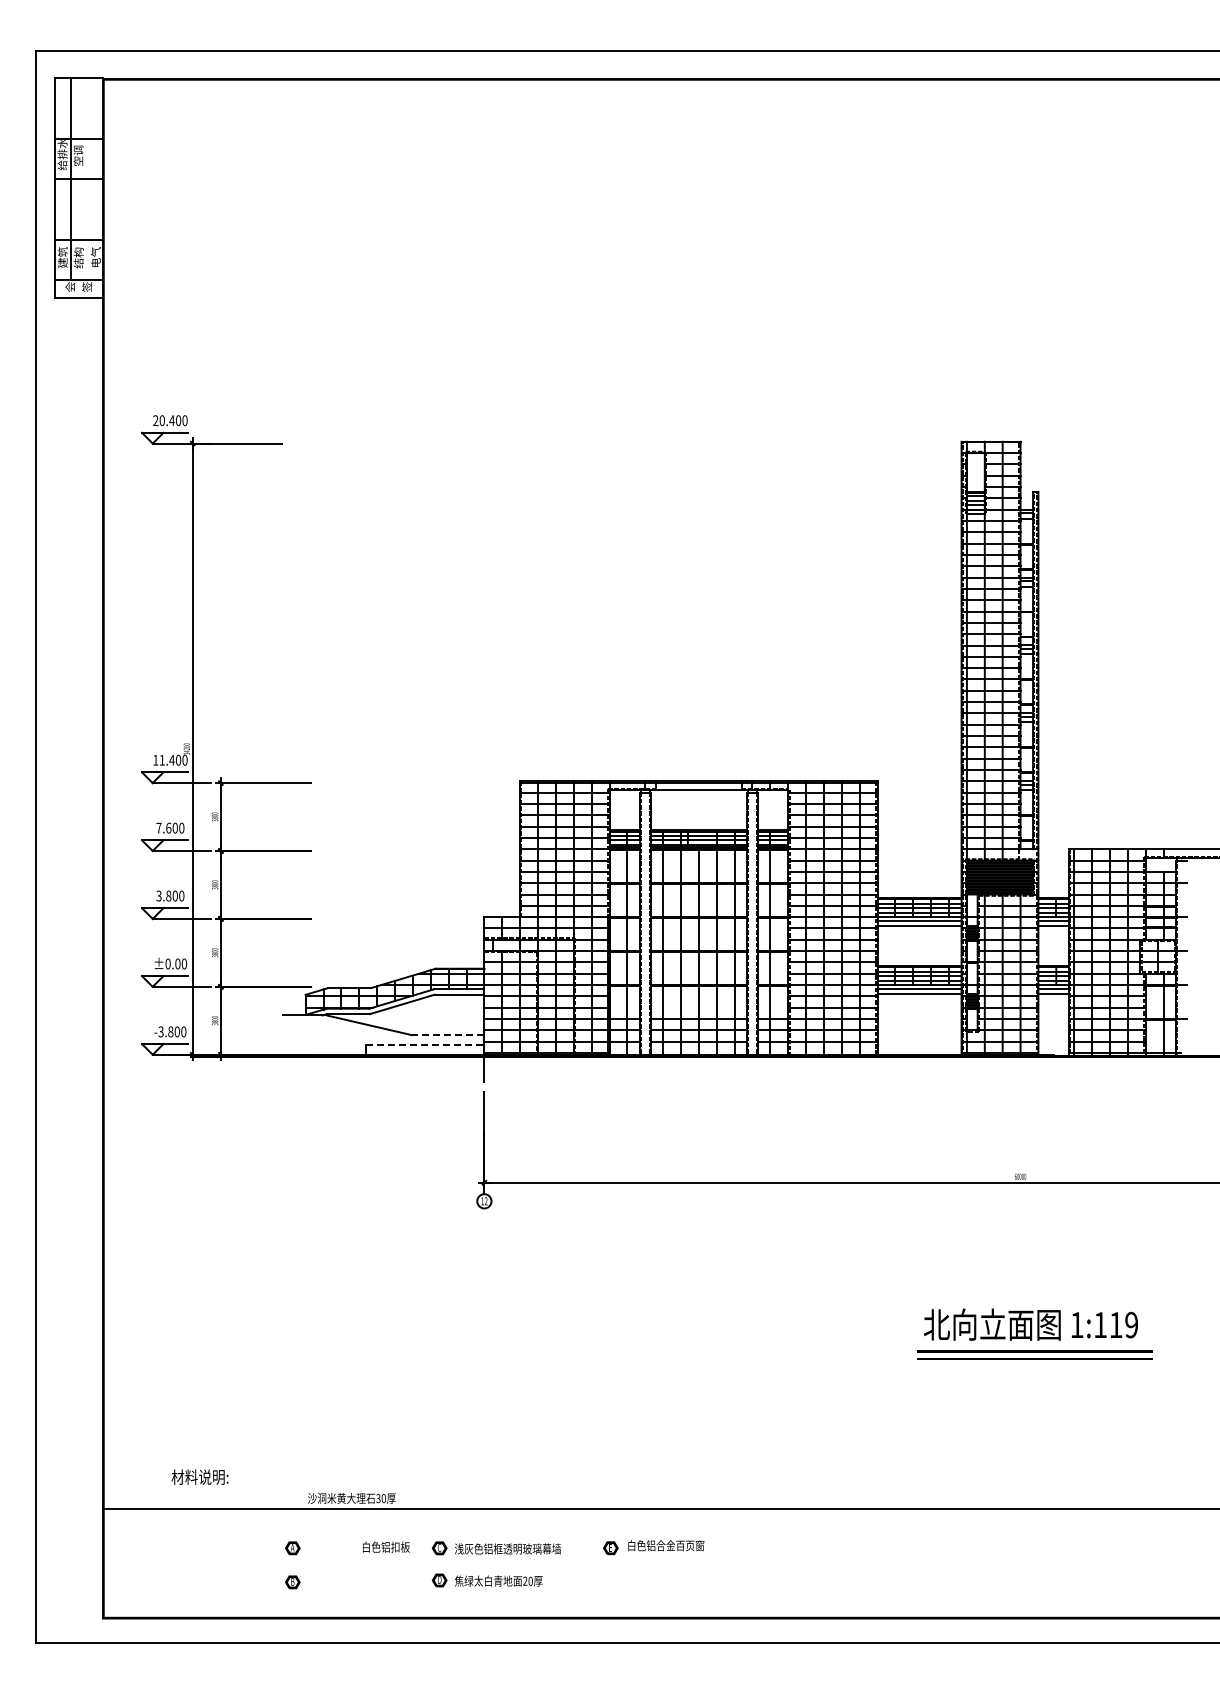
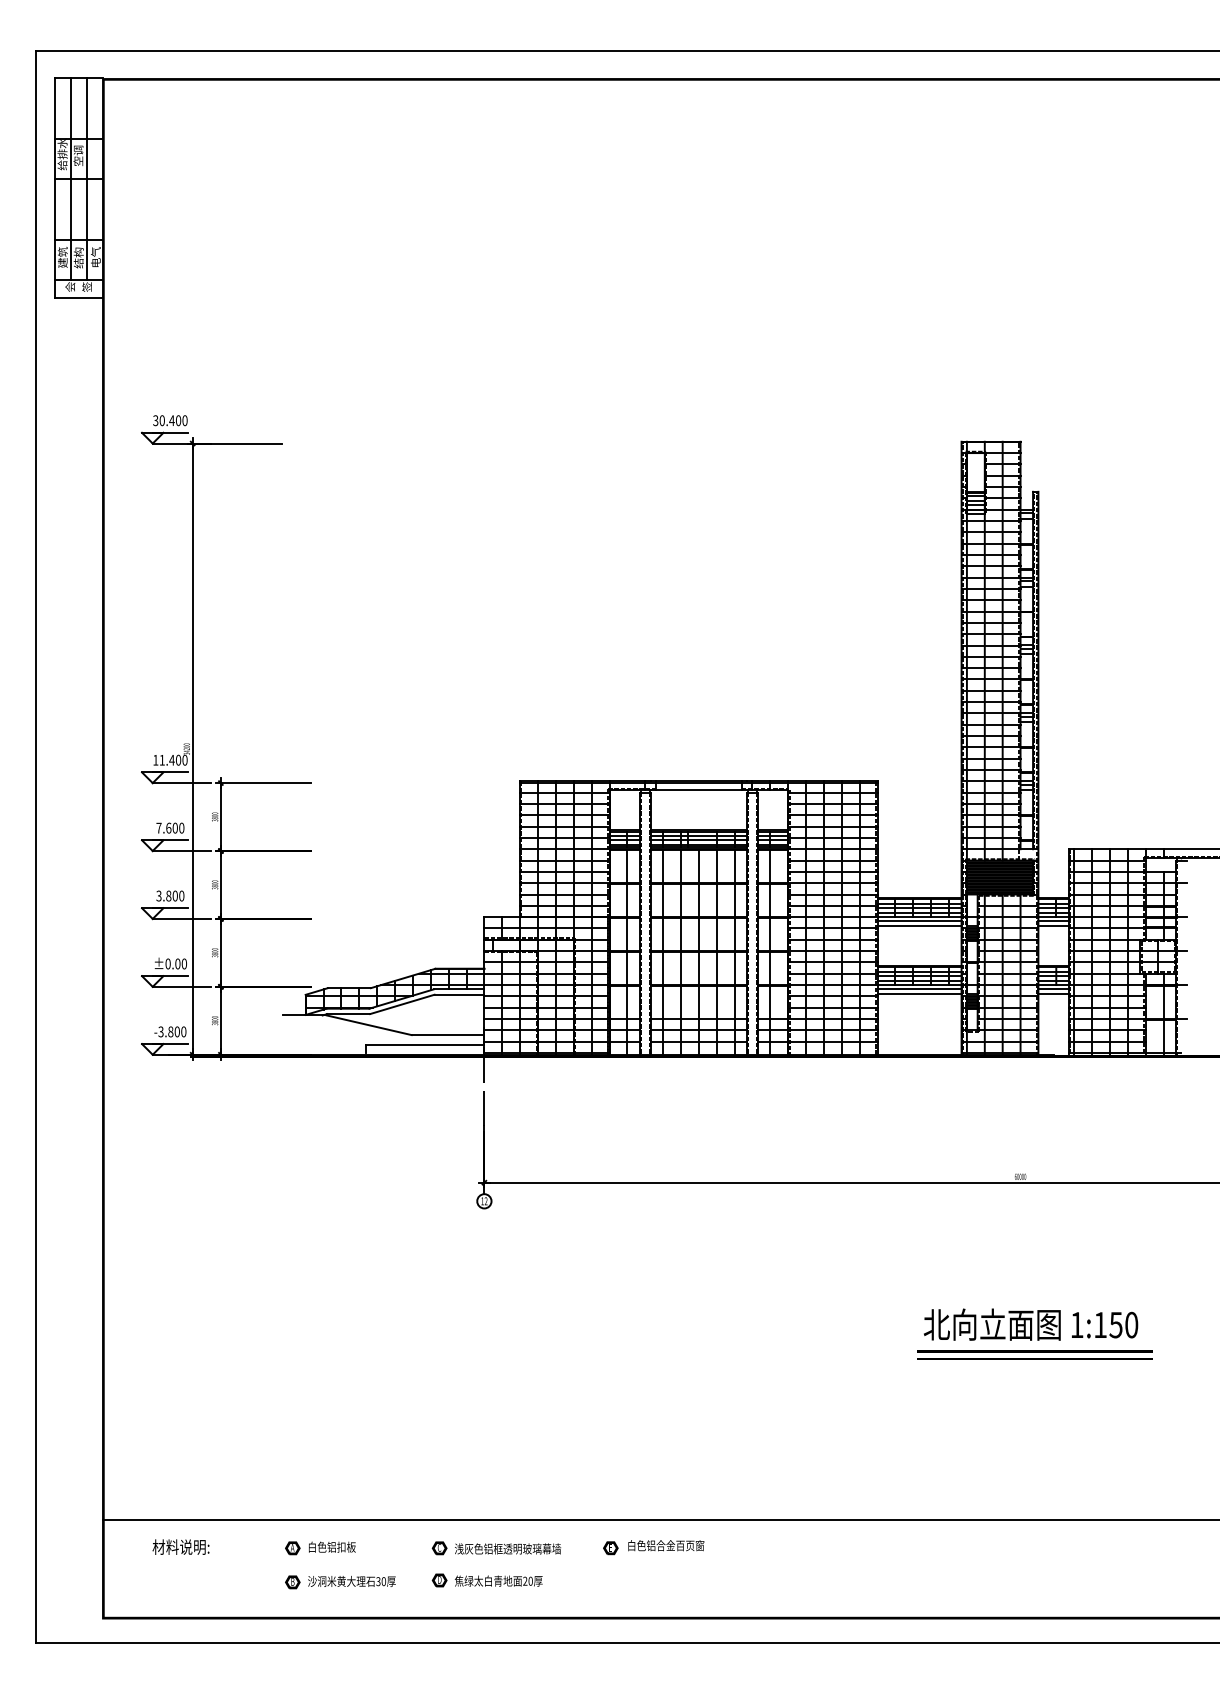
line at (87, 178): none -> present
text at (155, 421): 20.400 -> 30.400
line at (447, 1035): dashed -> solid
line at (425, 1044): dashed -> solid
text at (1123, 1325): 1:119 -> 1:150
text at (199, 1476) position: (199, 1476) -> (180, 1546)
text at (351, 1498) position: (351, 1498) -> (351, 1581)
line at (659, 1508) position: (659, 1508) -> (659, 1519)
text at (386, 1546) position: (386, 1546) -> (332, 1546)
